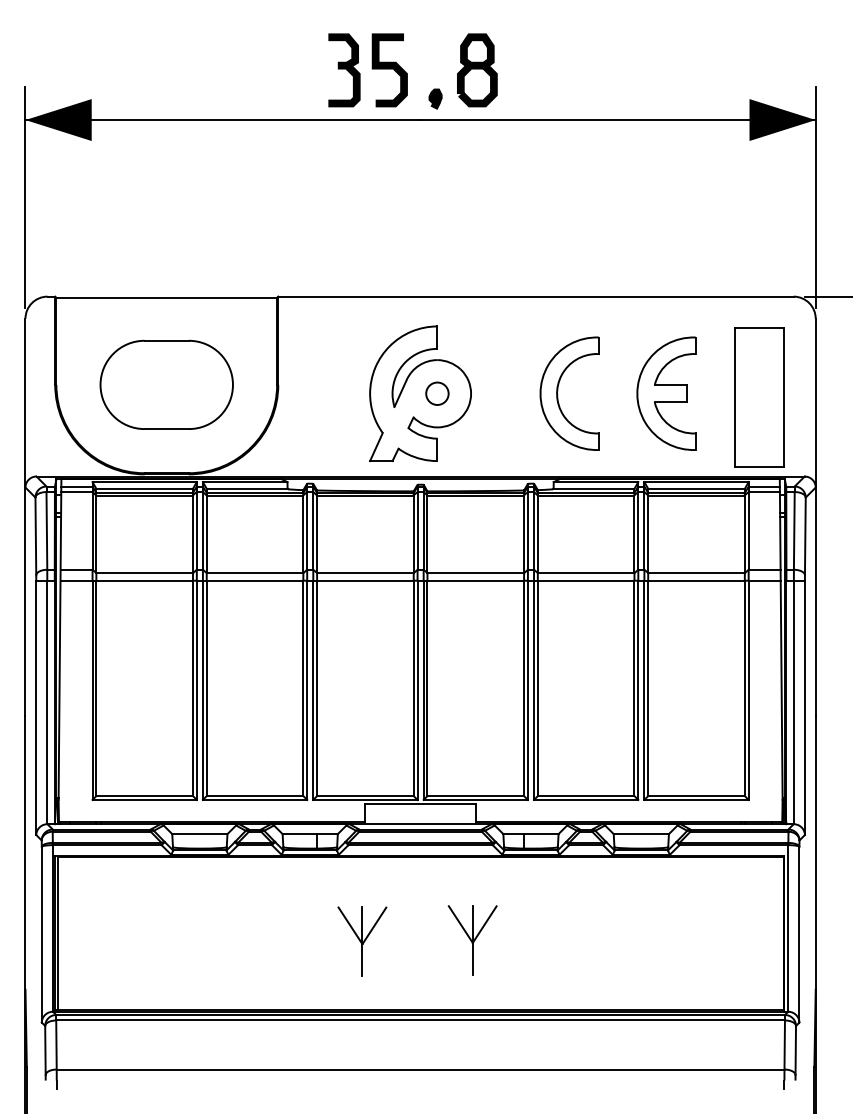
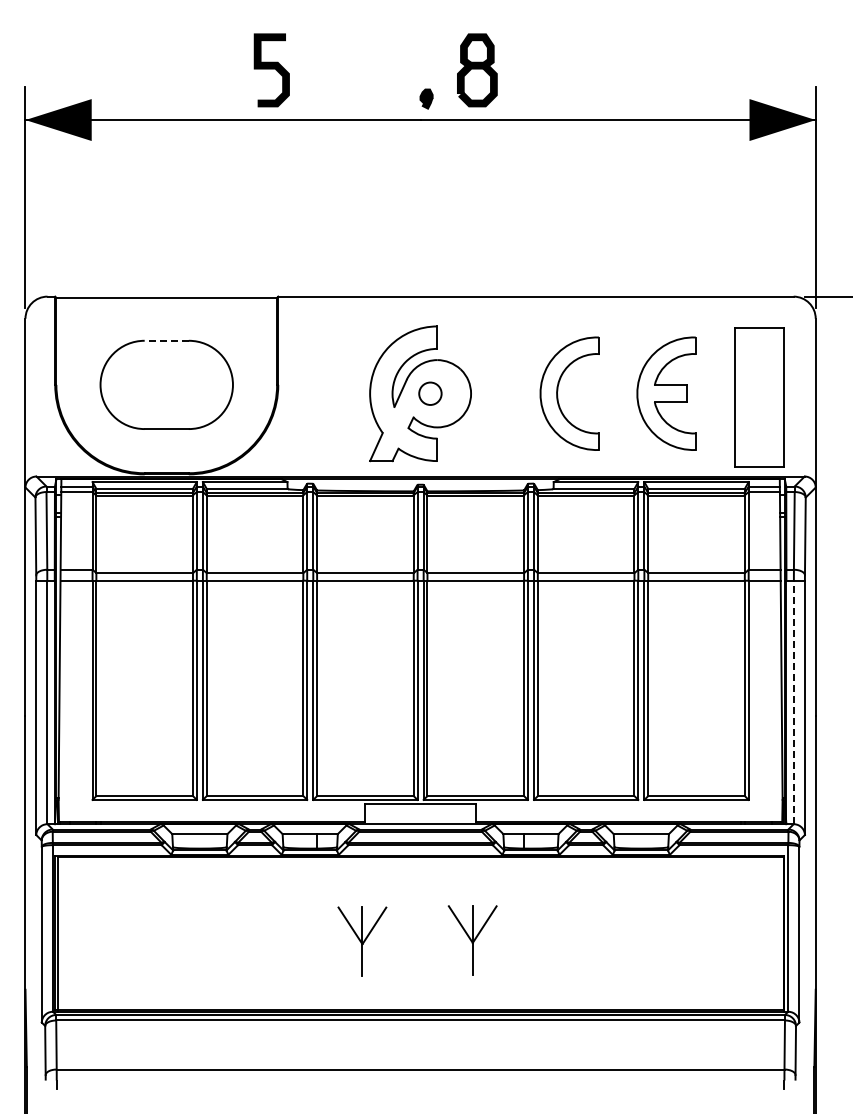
curve at (389, 69) position: (389, 69) -> (271, 69)
part at (344, 70): present -> none
part at (435, 98) position: (435, 98) -> (426, 98)
line at (166, 340): solid -> dashed
circle at (437, 393) position: (437, 393) -> (430, 393)
line at (793, 702): solid -> dashed
